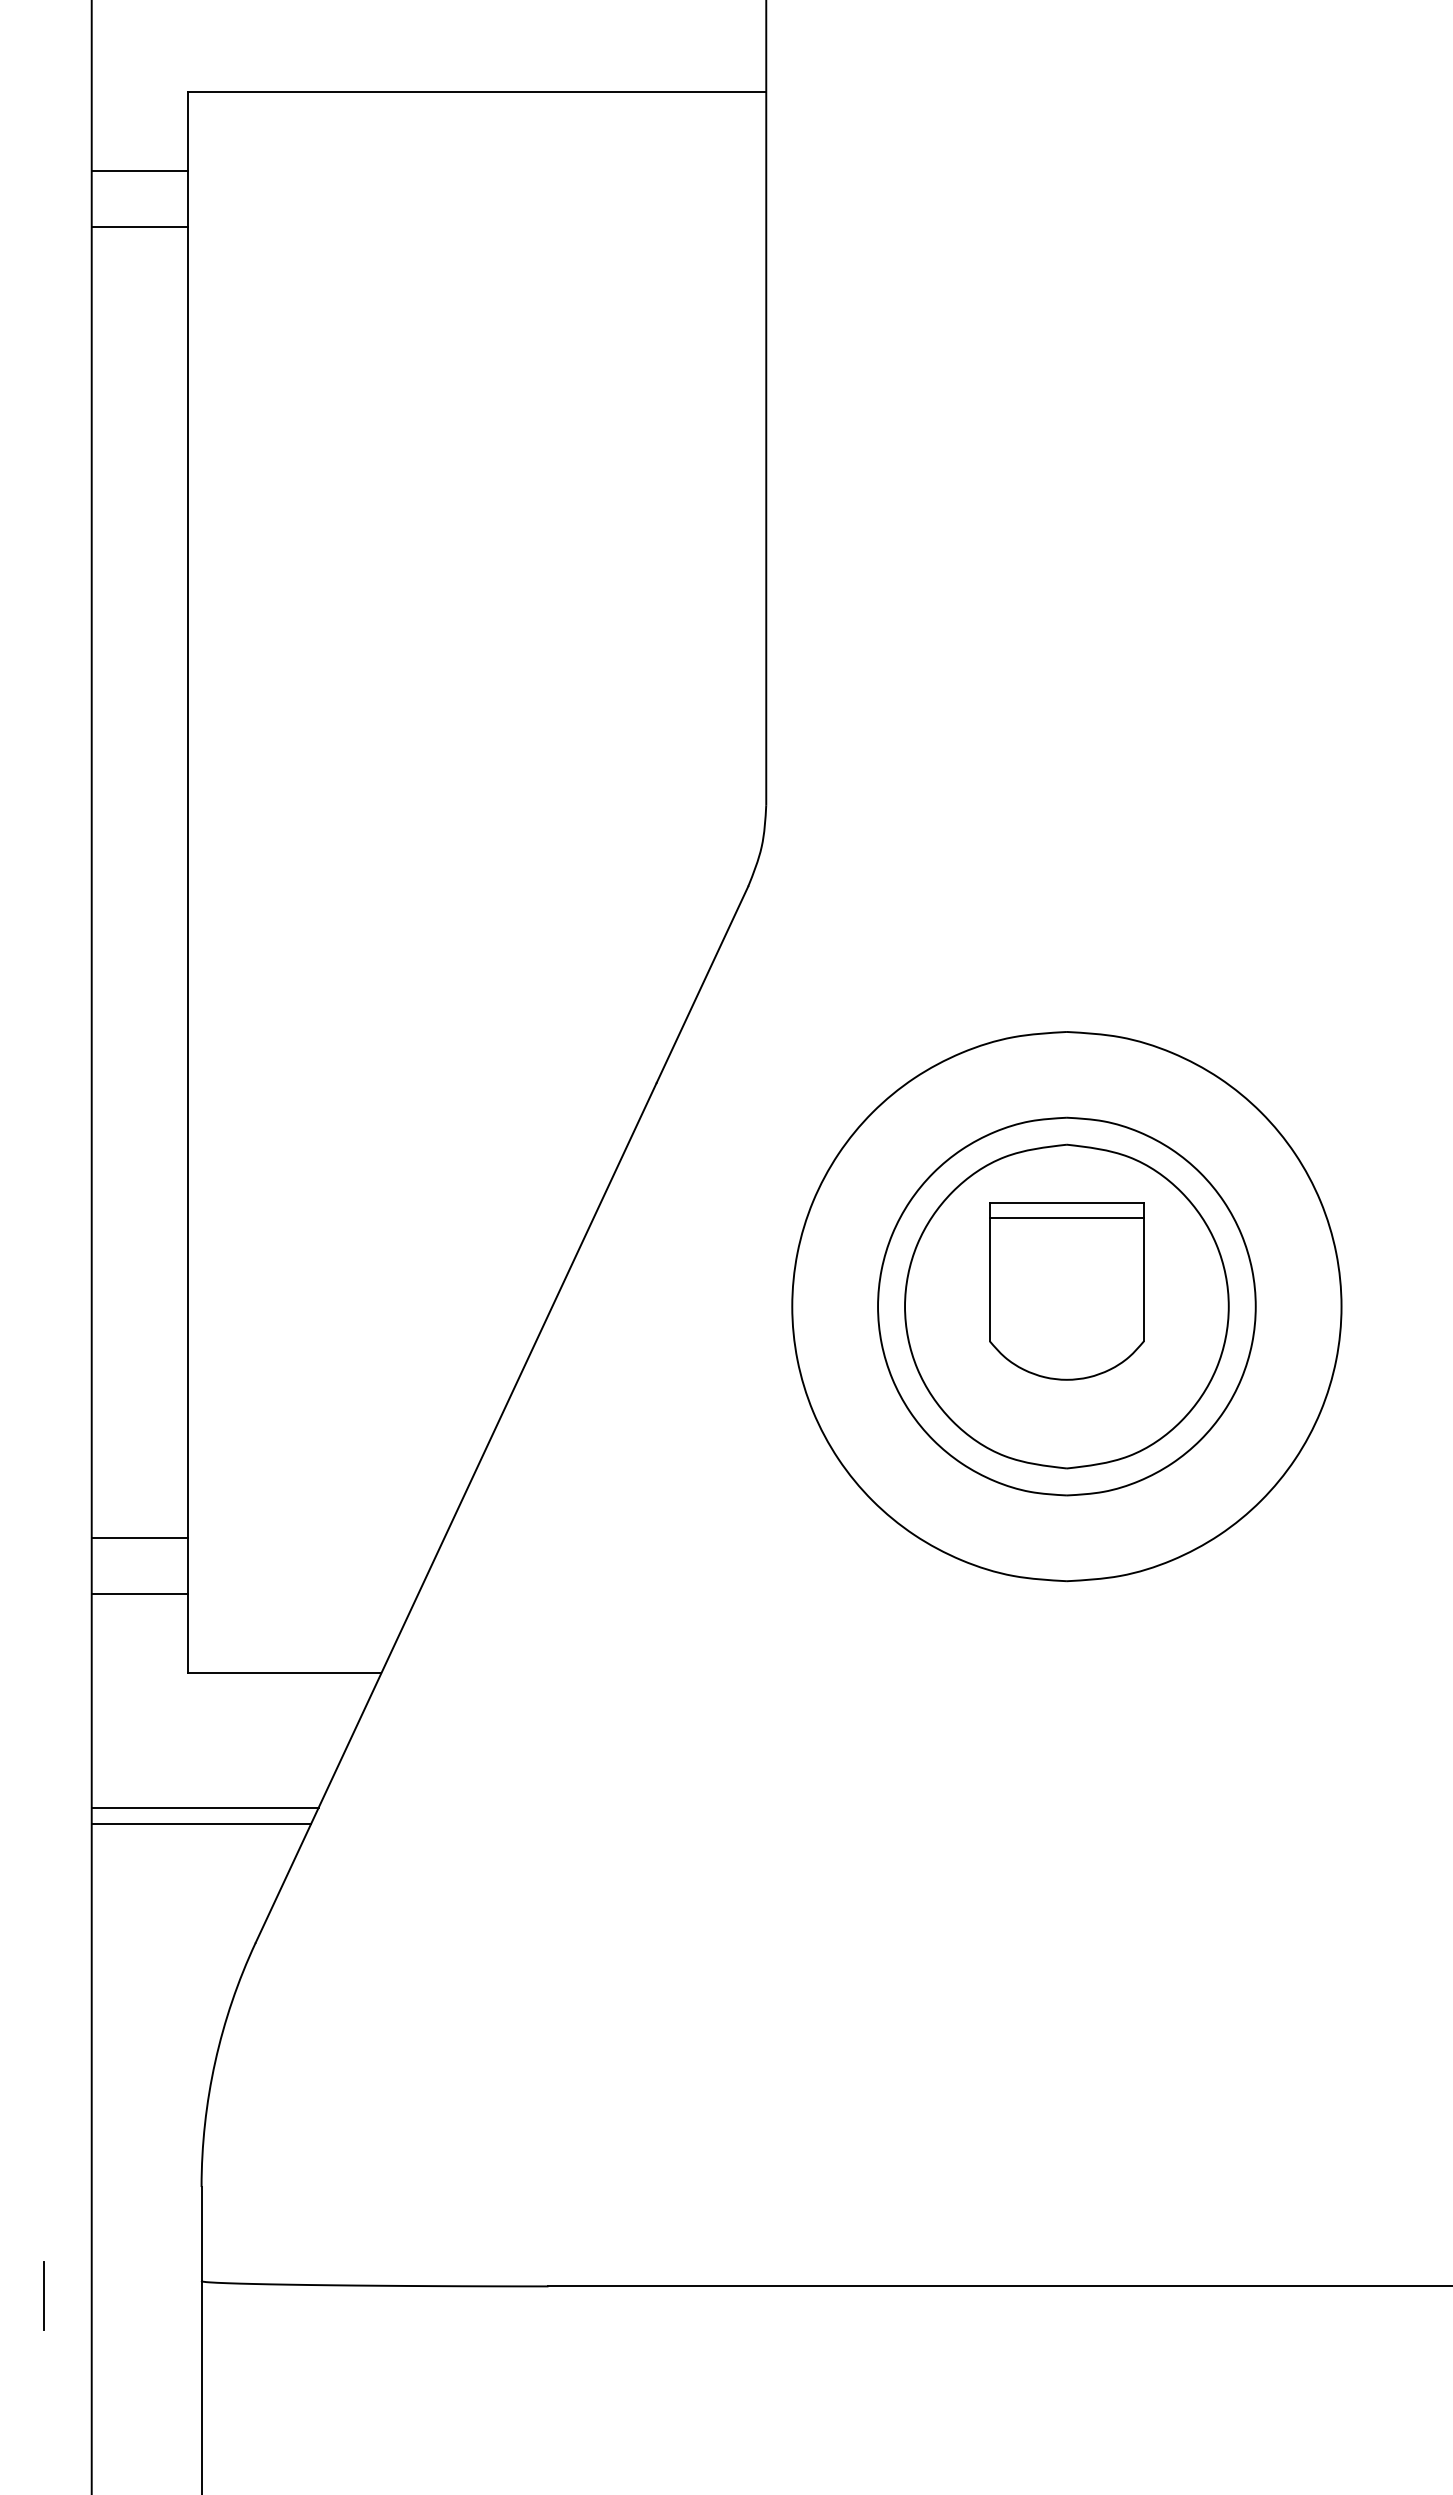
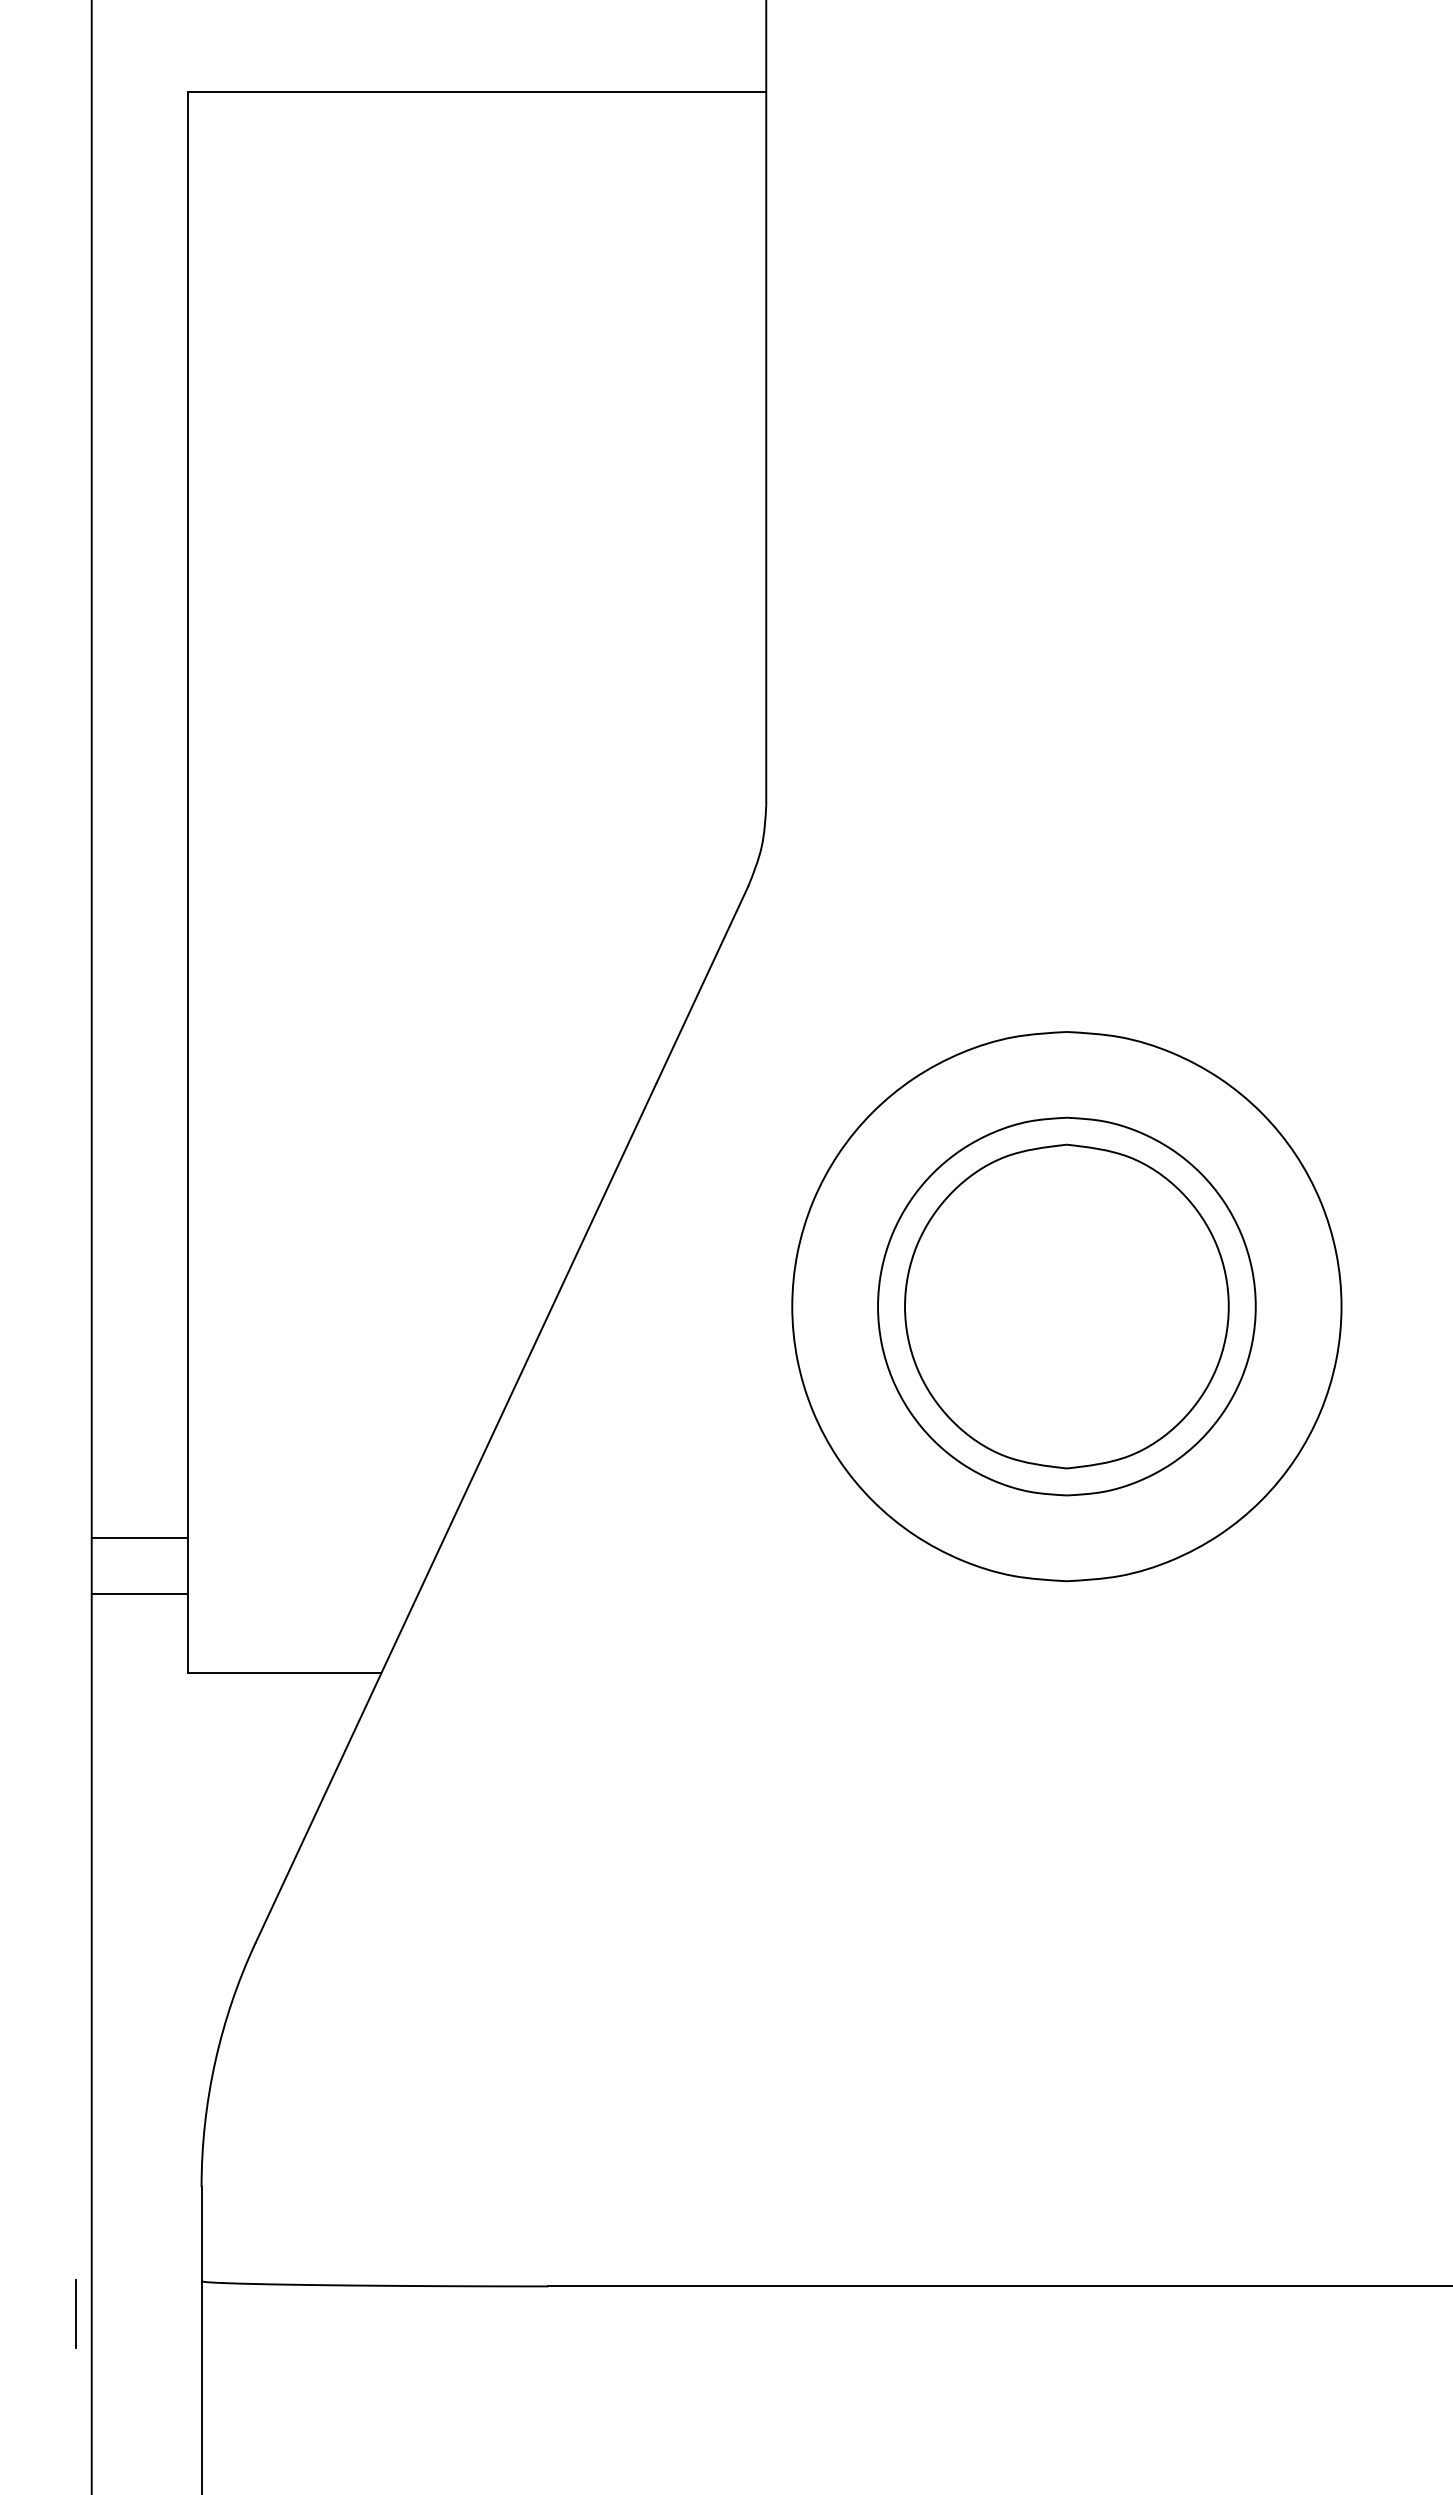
line at (139, 171): present -> none
line at (139, 227): present -> none
part at (1066, 1291): present -> none
line at (204, 1808): present -> none
line at (200, 1824): present -> none
line at (43, 2295) position: (43, 2295) -> (75, 2313)
